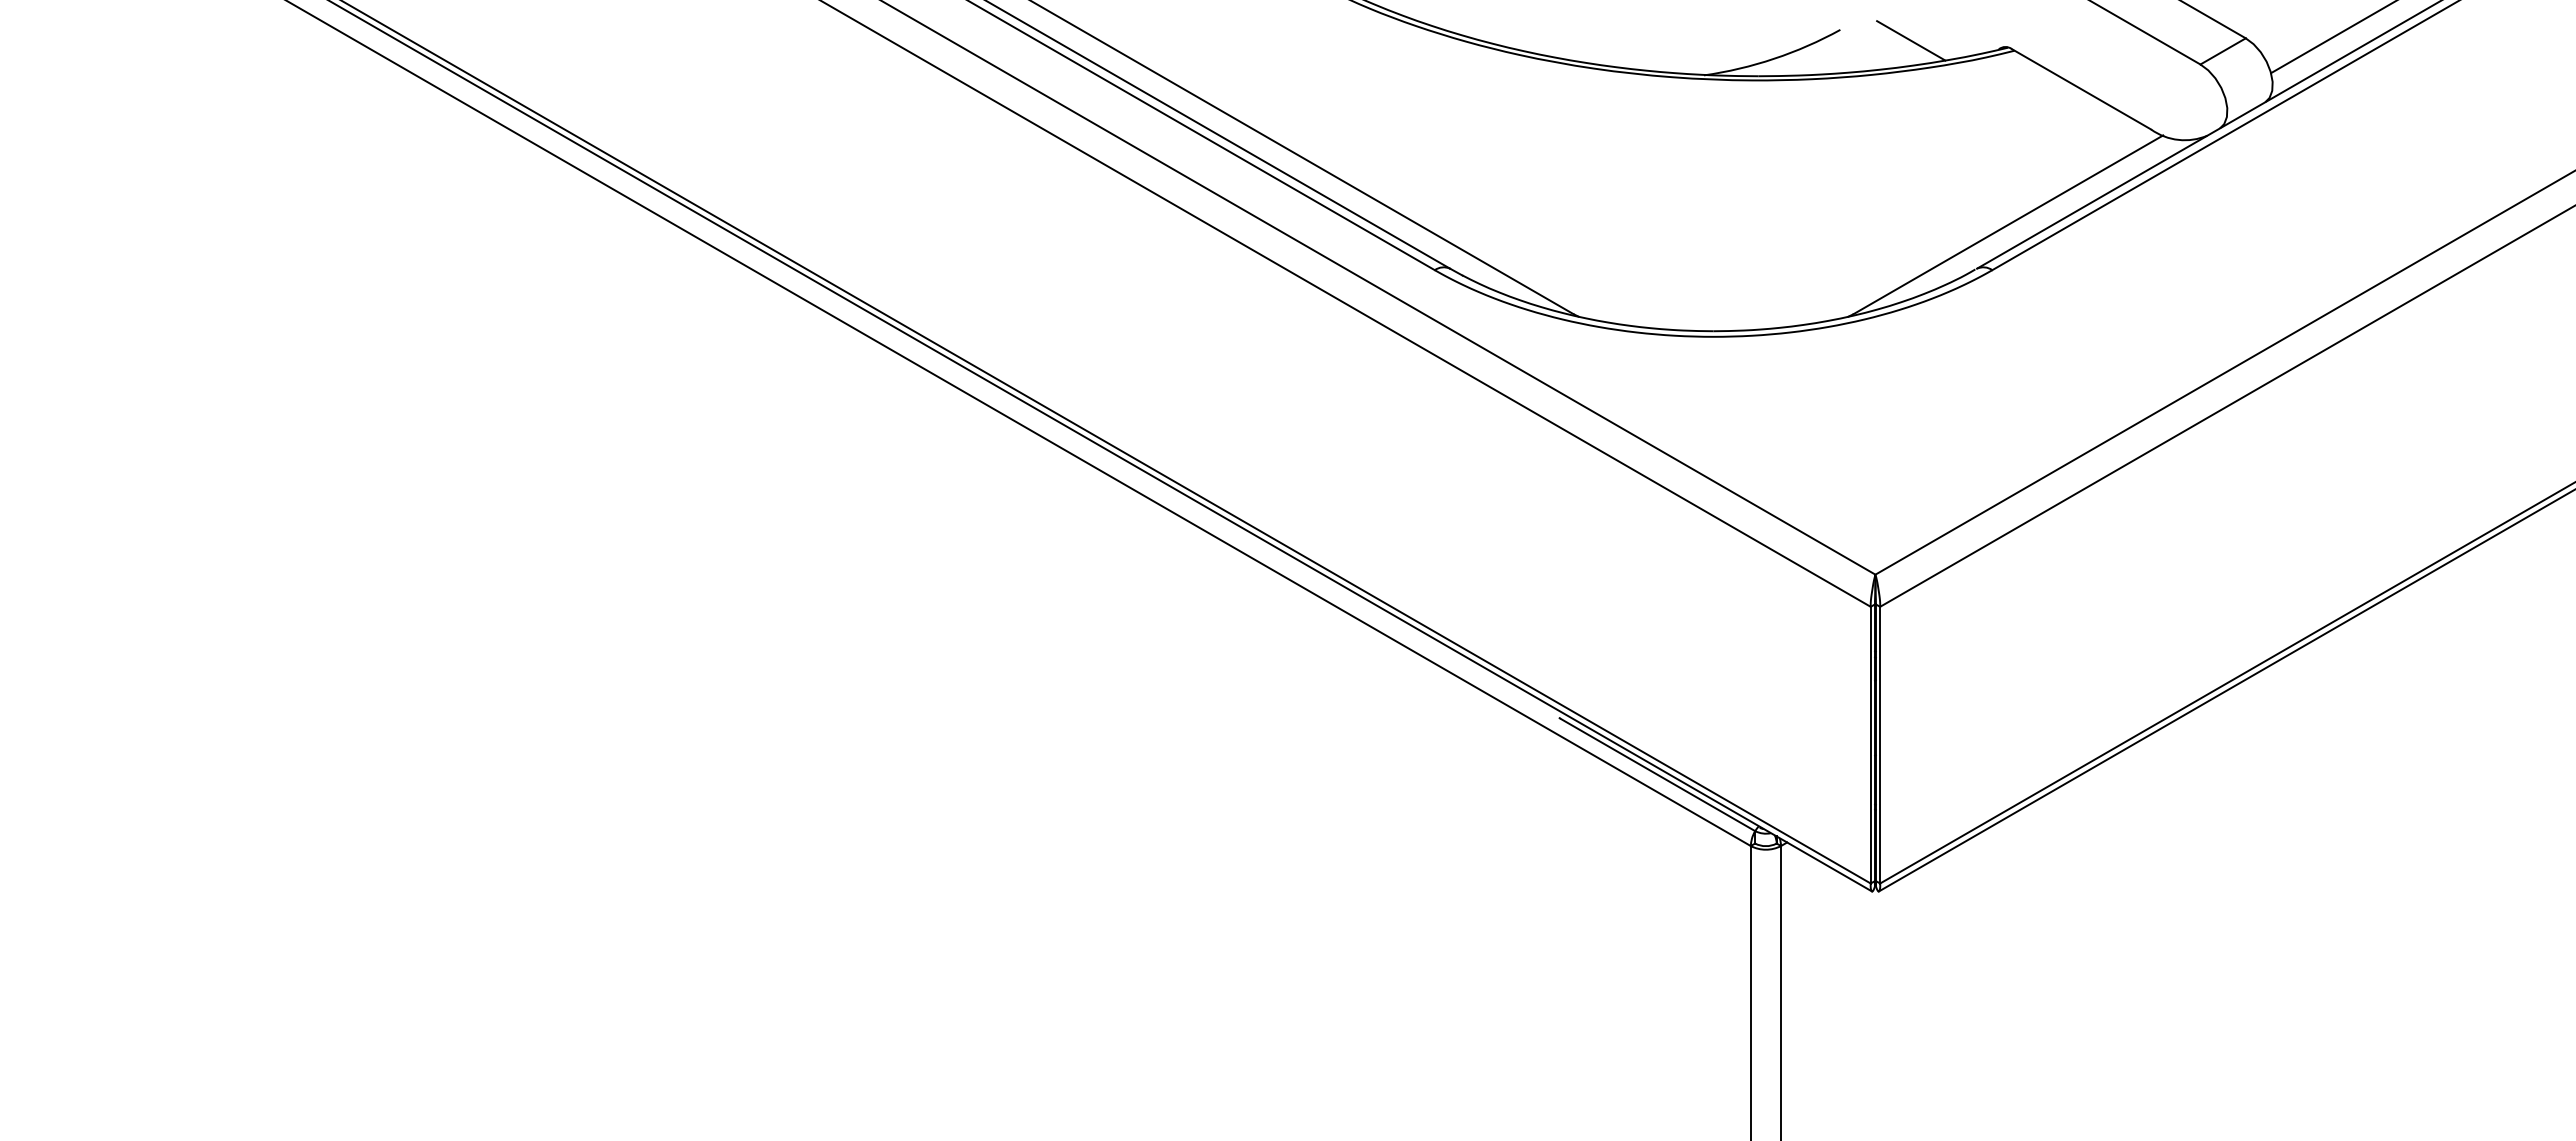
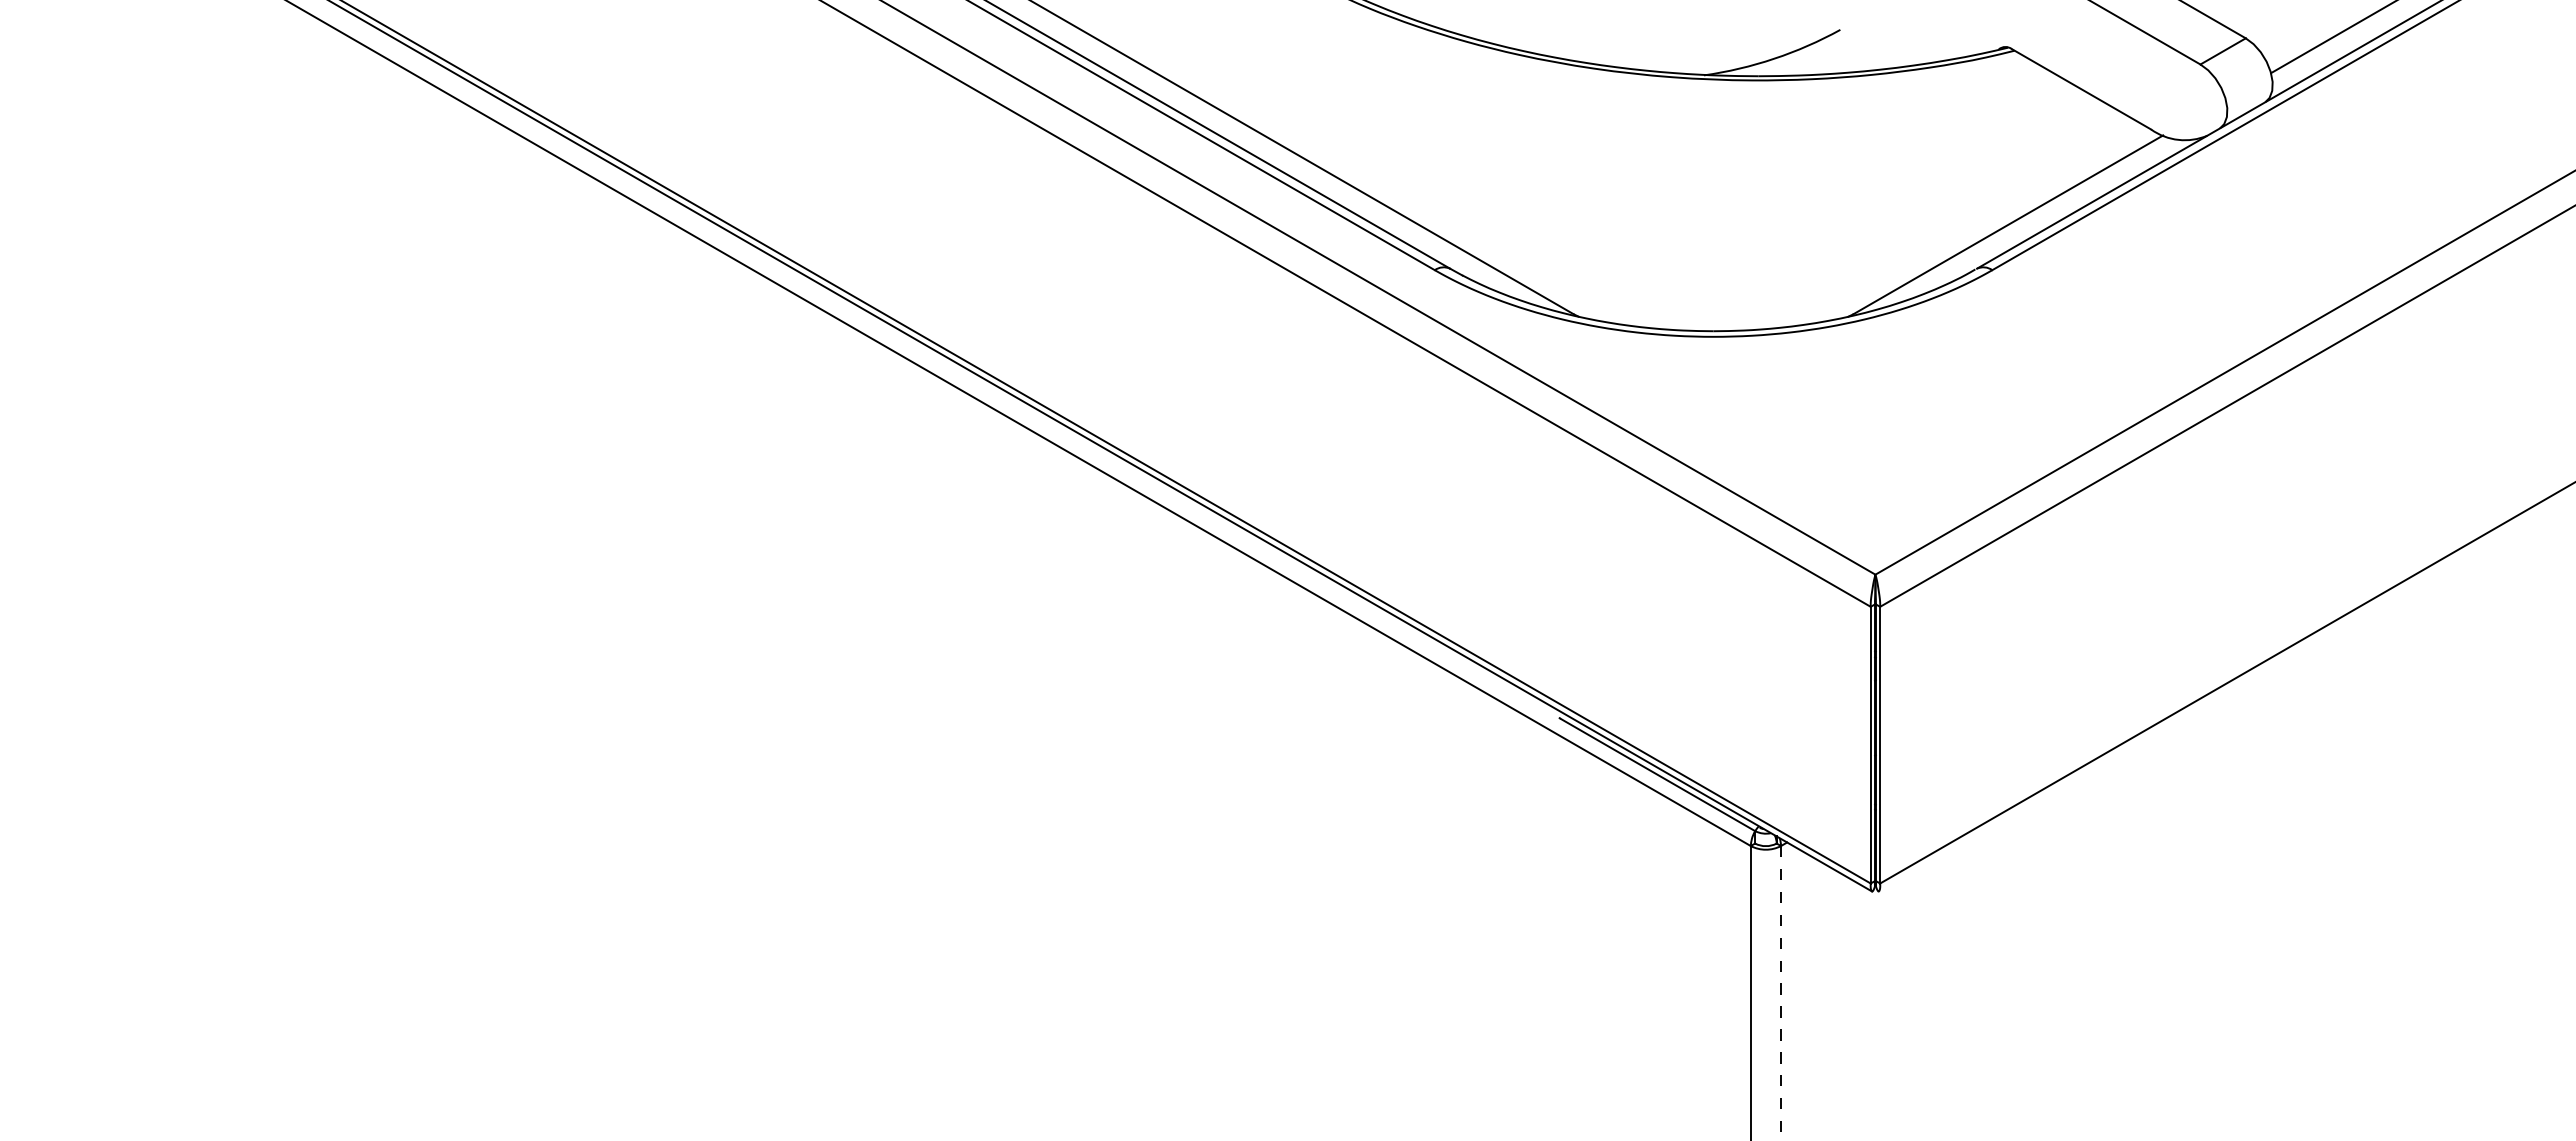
line at (1911, 40): present -> none
line at (2225, 690): present -> none
line at (1781, 994): solid -> dashed
